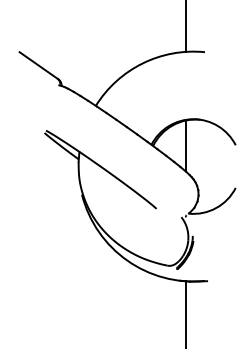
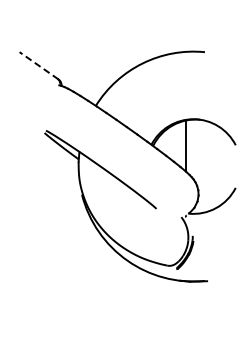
line at (185, 26): present -> none
line at (39, 65): solid -> dashed
line at (185, 313): present -> none
